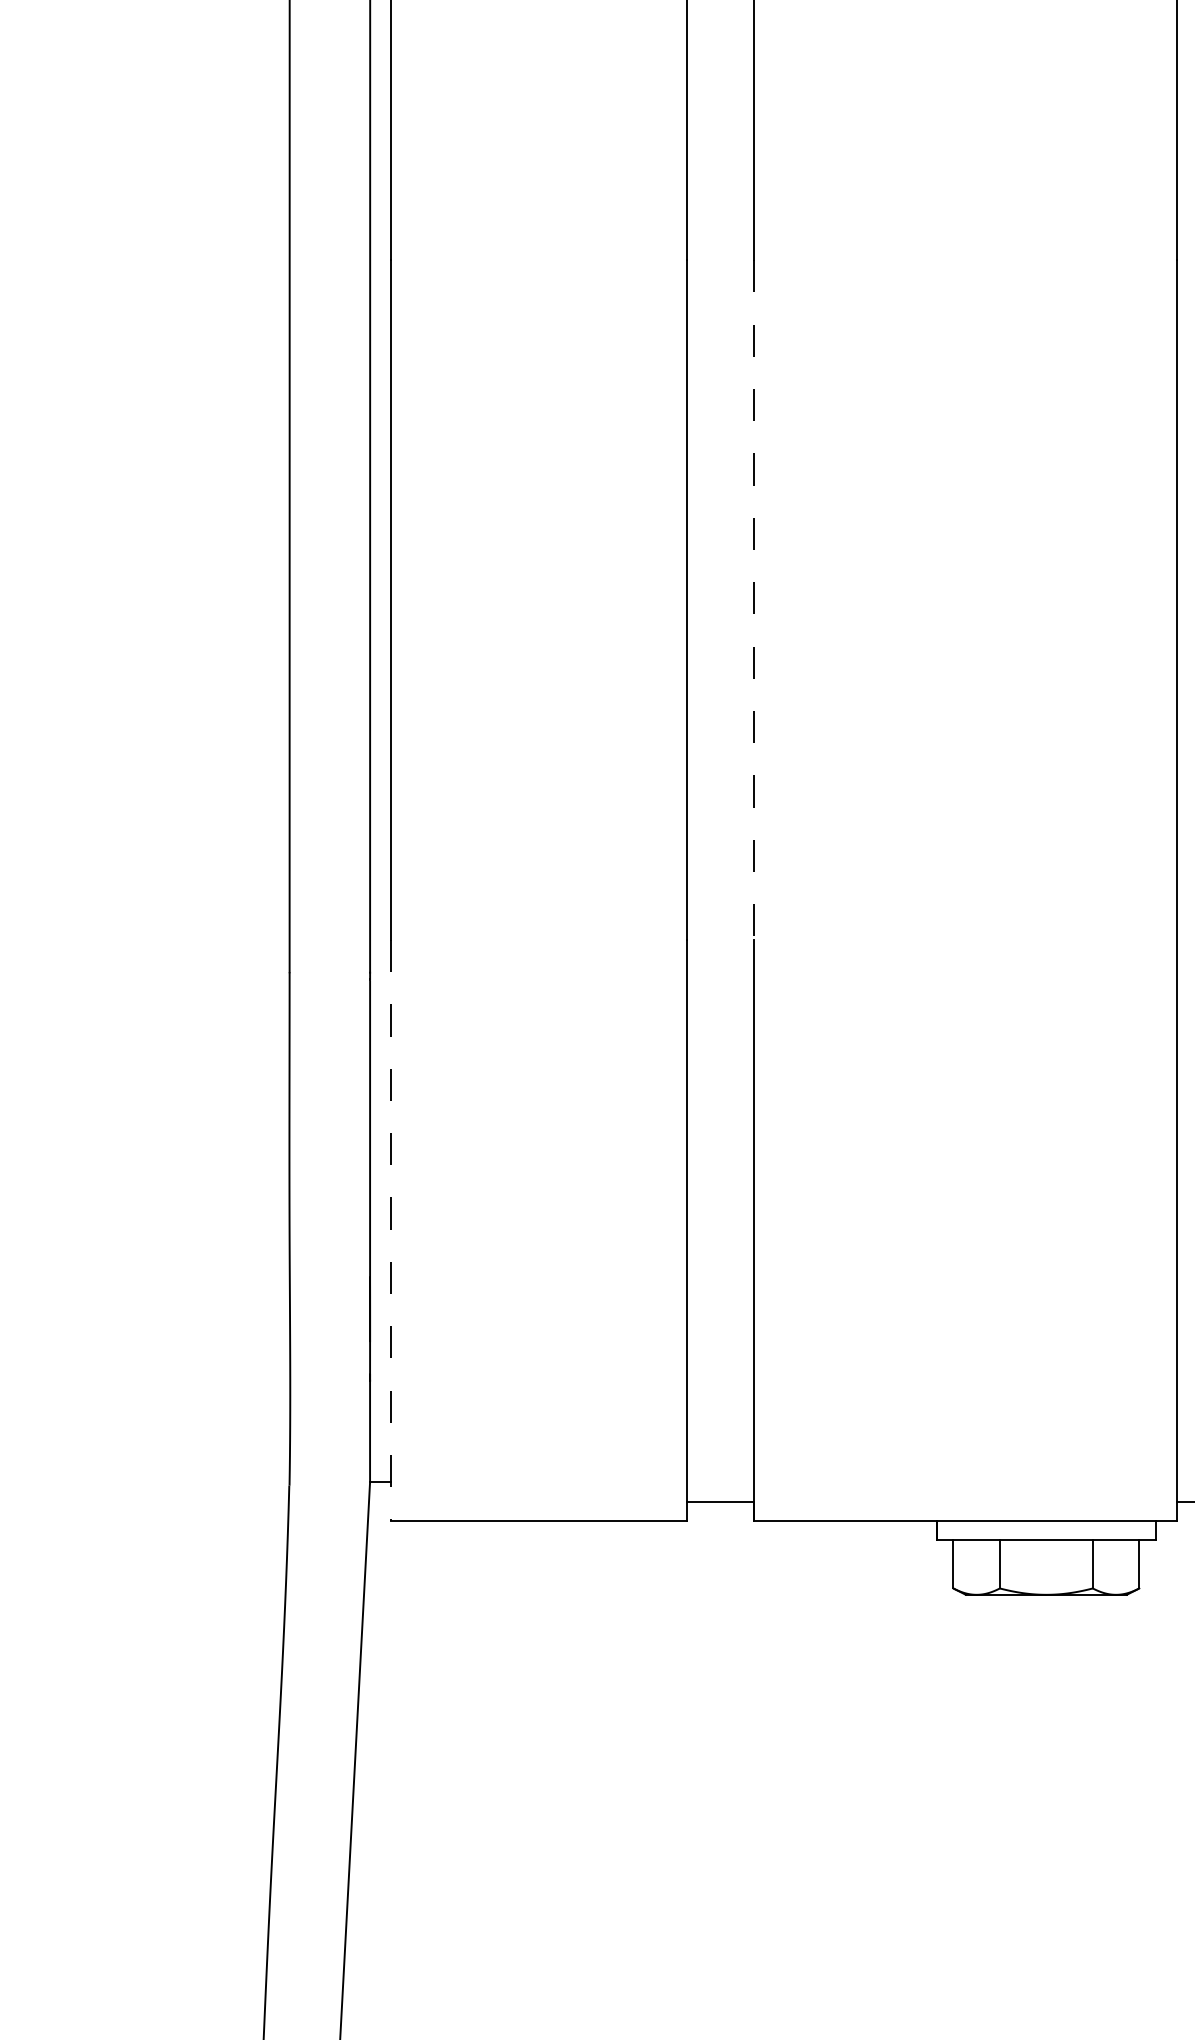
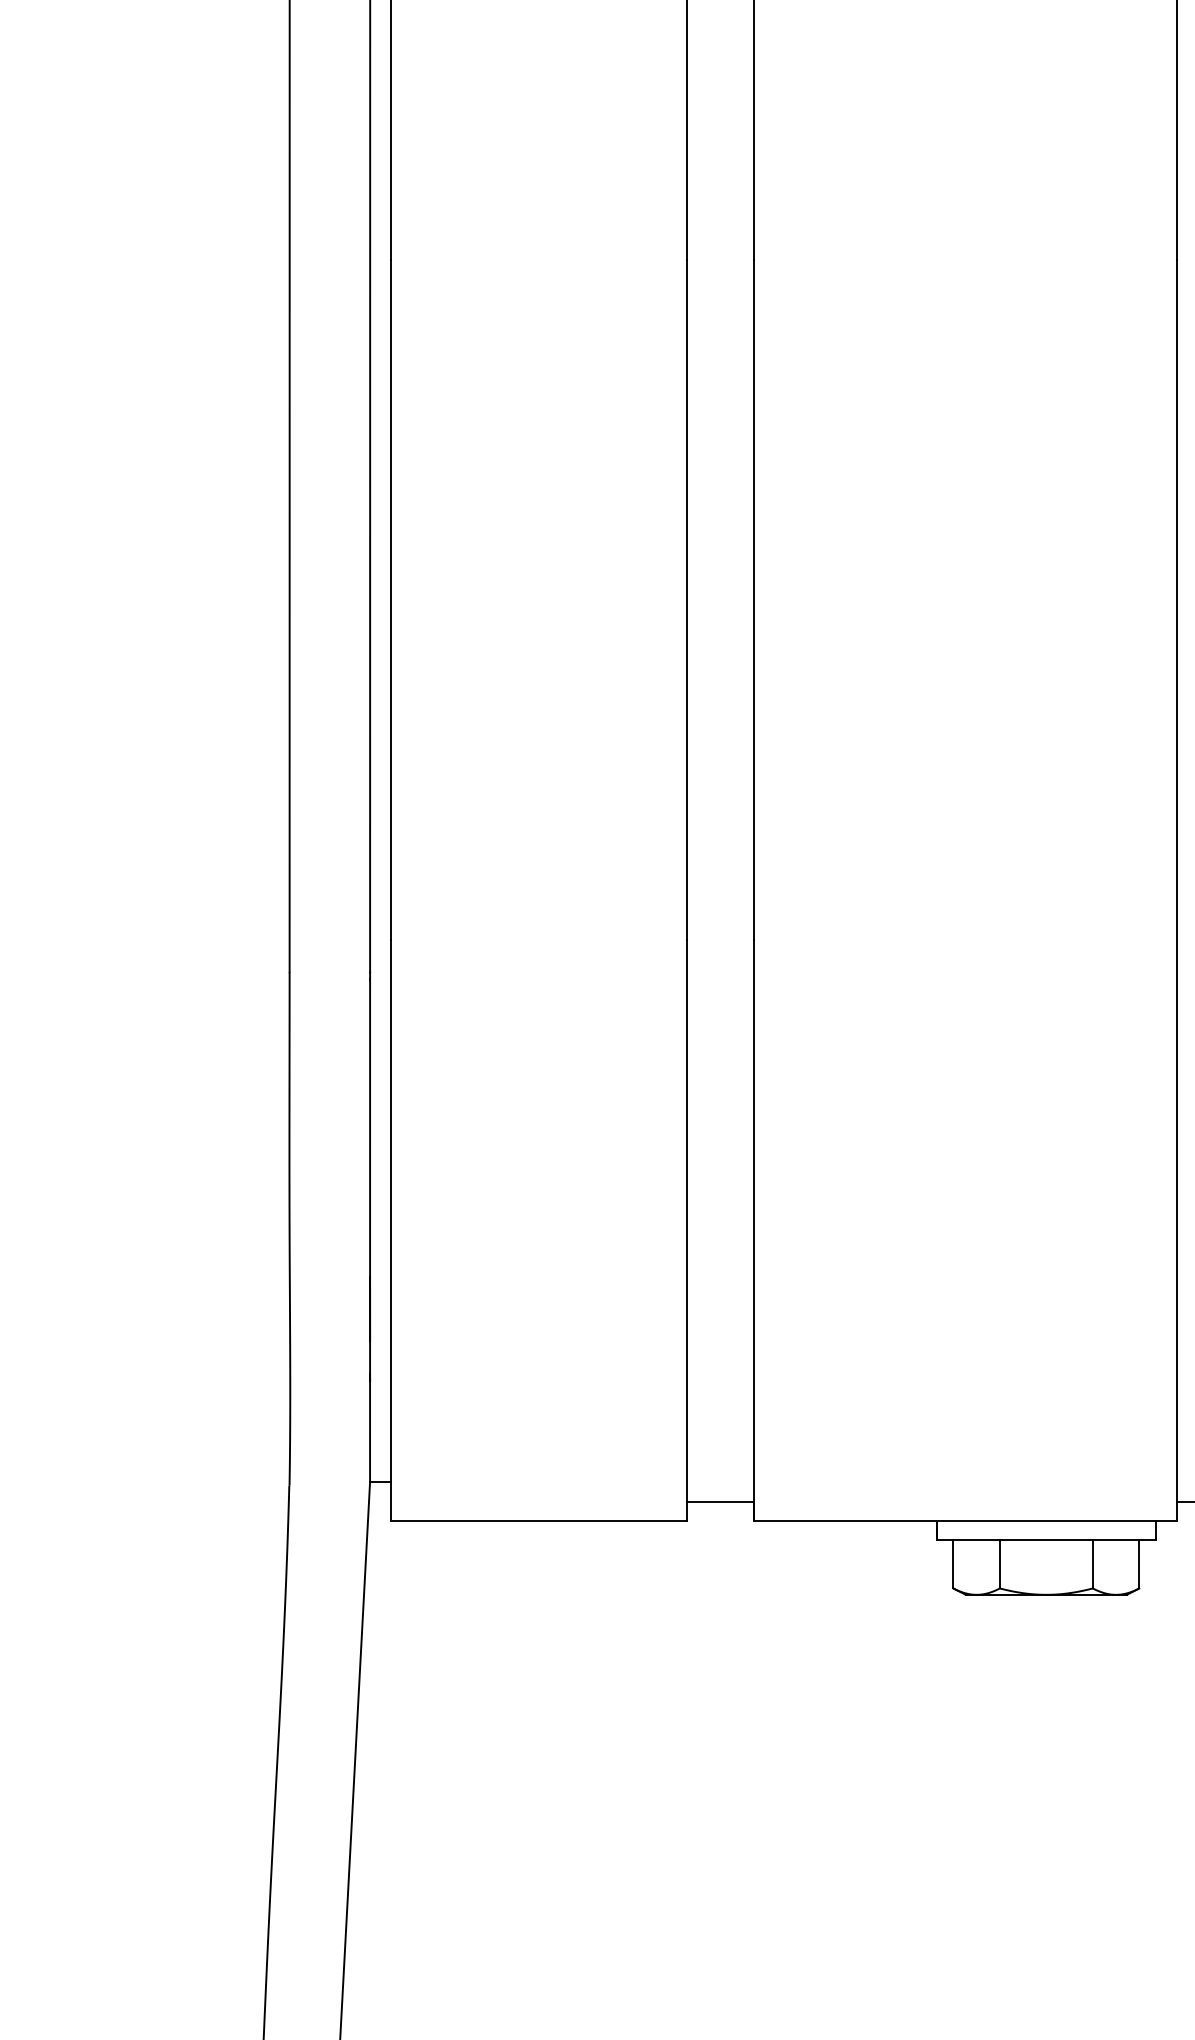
line at (754, 600): dashed -> solid
line at (390, 1230): dashed -> solid
